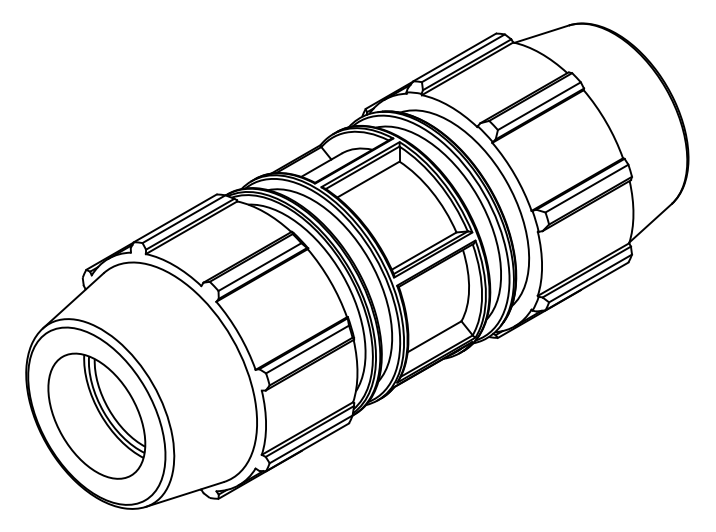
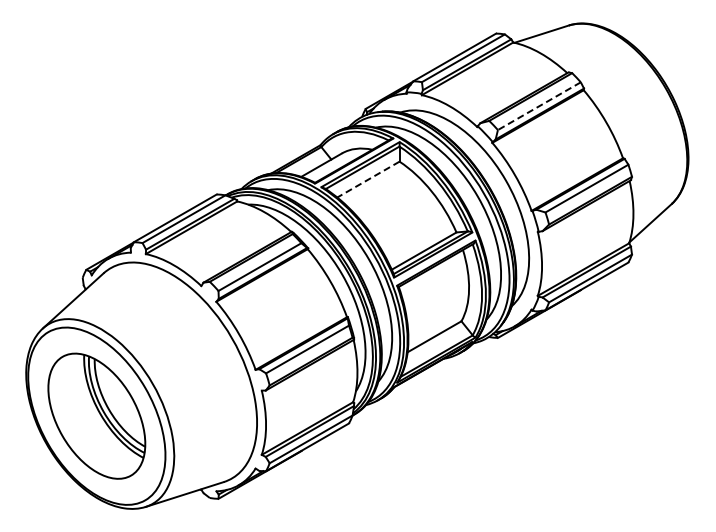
line at (539, 106): solid -> dashed
line at (368, 179): solid -> dashed
